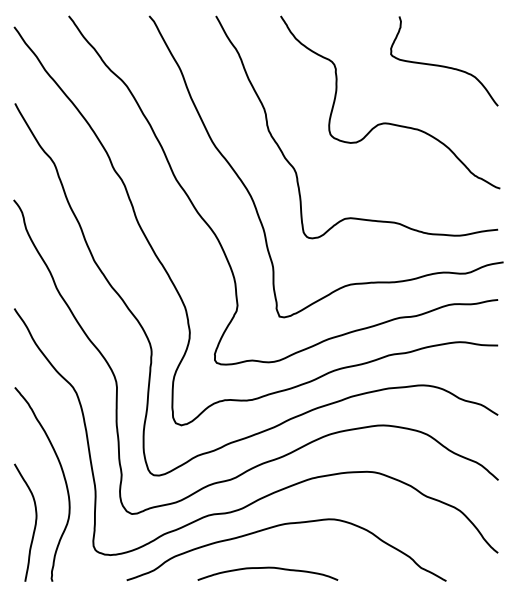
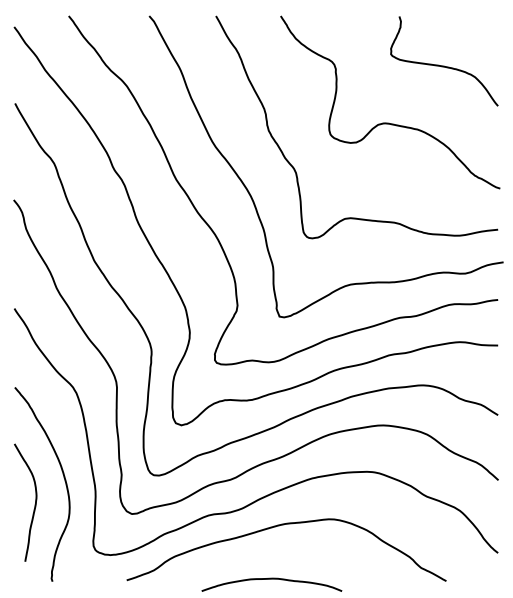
curve at (34, 524) position: (34, 524) -> (34, 504)
curve at (267, 568) position: (267, 568) -> (271, 579)
